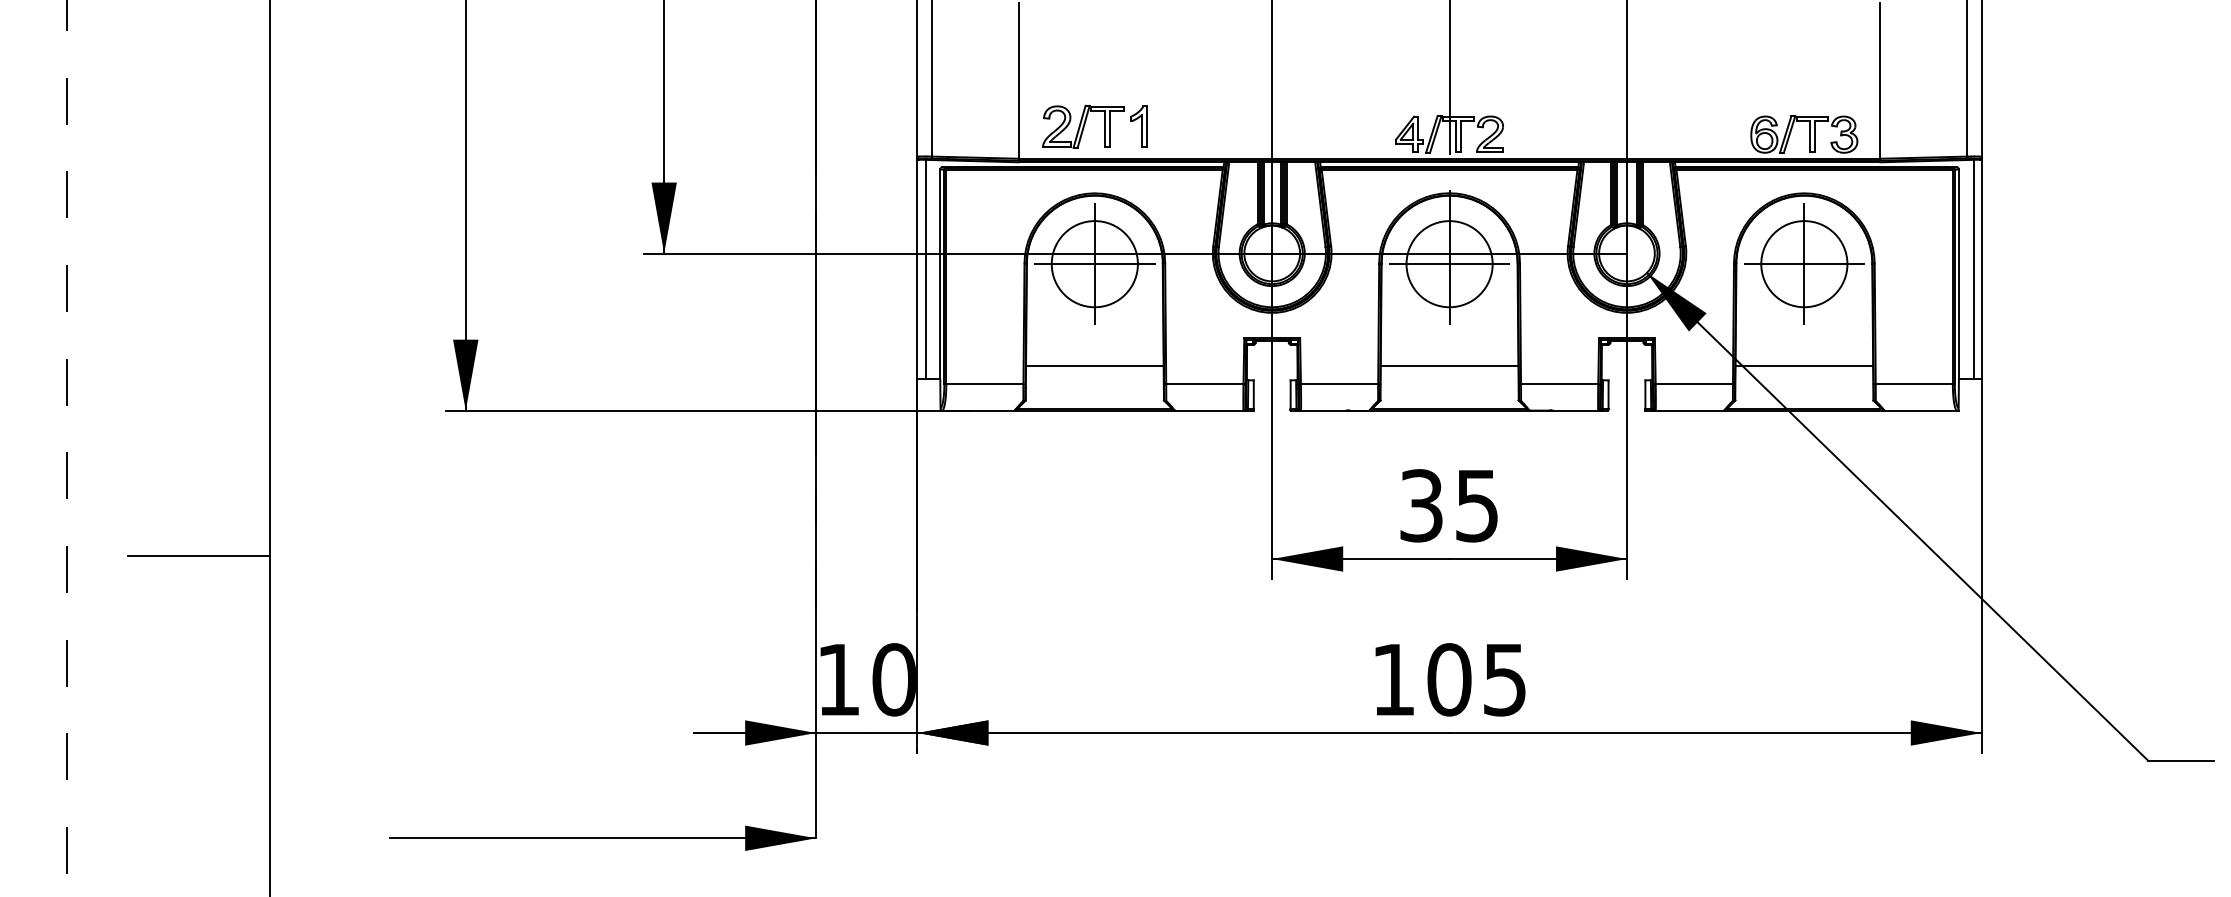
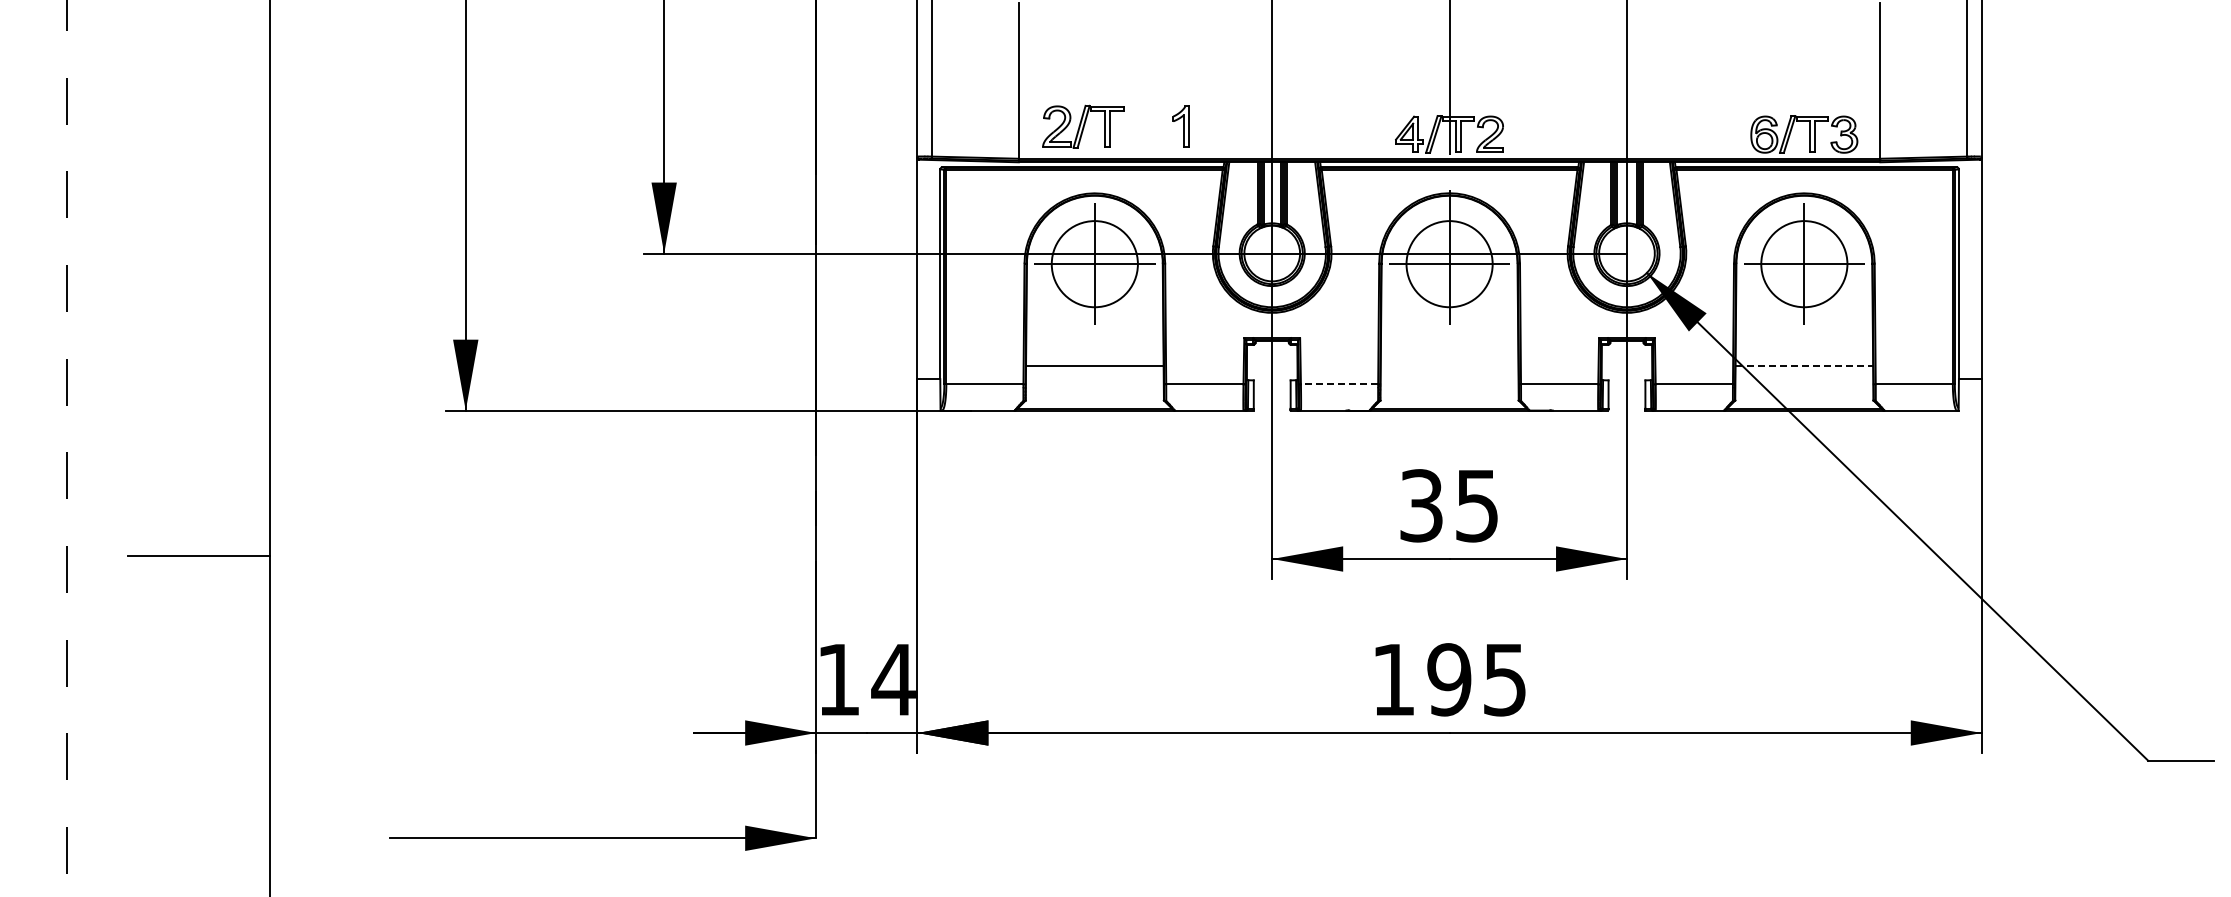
part at (1138, 126) position: (1138, 126) -> (1180, 126)
line at (925, 269): present -> none
line at (1973, 269): present -> none
line at (1449, 365): present -> none
line at (1804, 365): solid -> dashed
line at (1339, 384): solid -> dashed
text at (893, 679): 10 -> 14
text at (1449, 679): 105 -> 195
